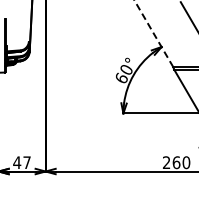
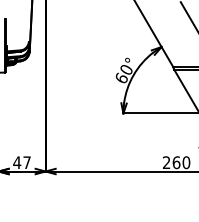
line at (153, 33): dashed -> solid
